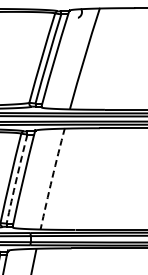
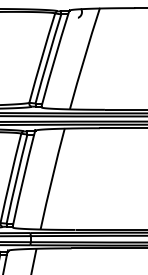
arc at (52, 178): dashed -> solid
arc at (16, 179): dashed -> solid
